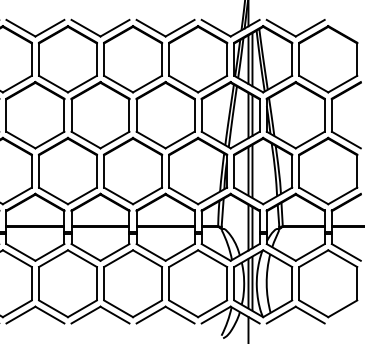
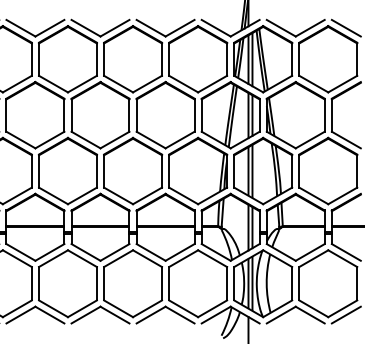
line at (345, 27): none -> present
line at (345, 314): none -> present
